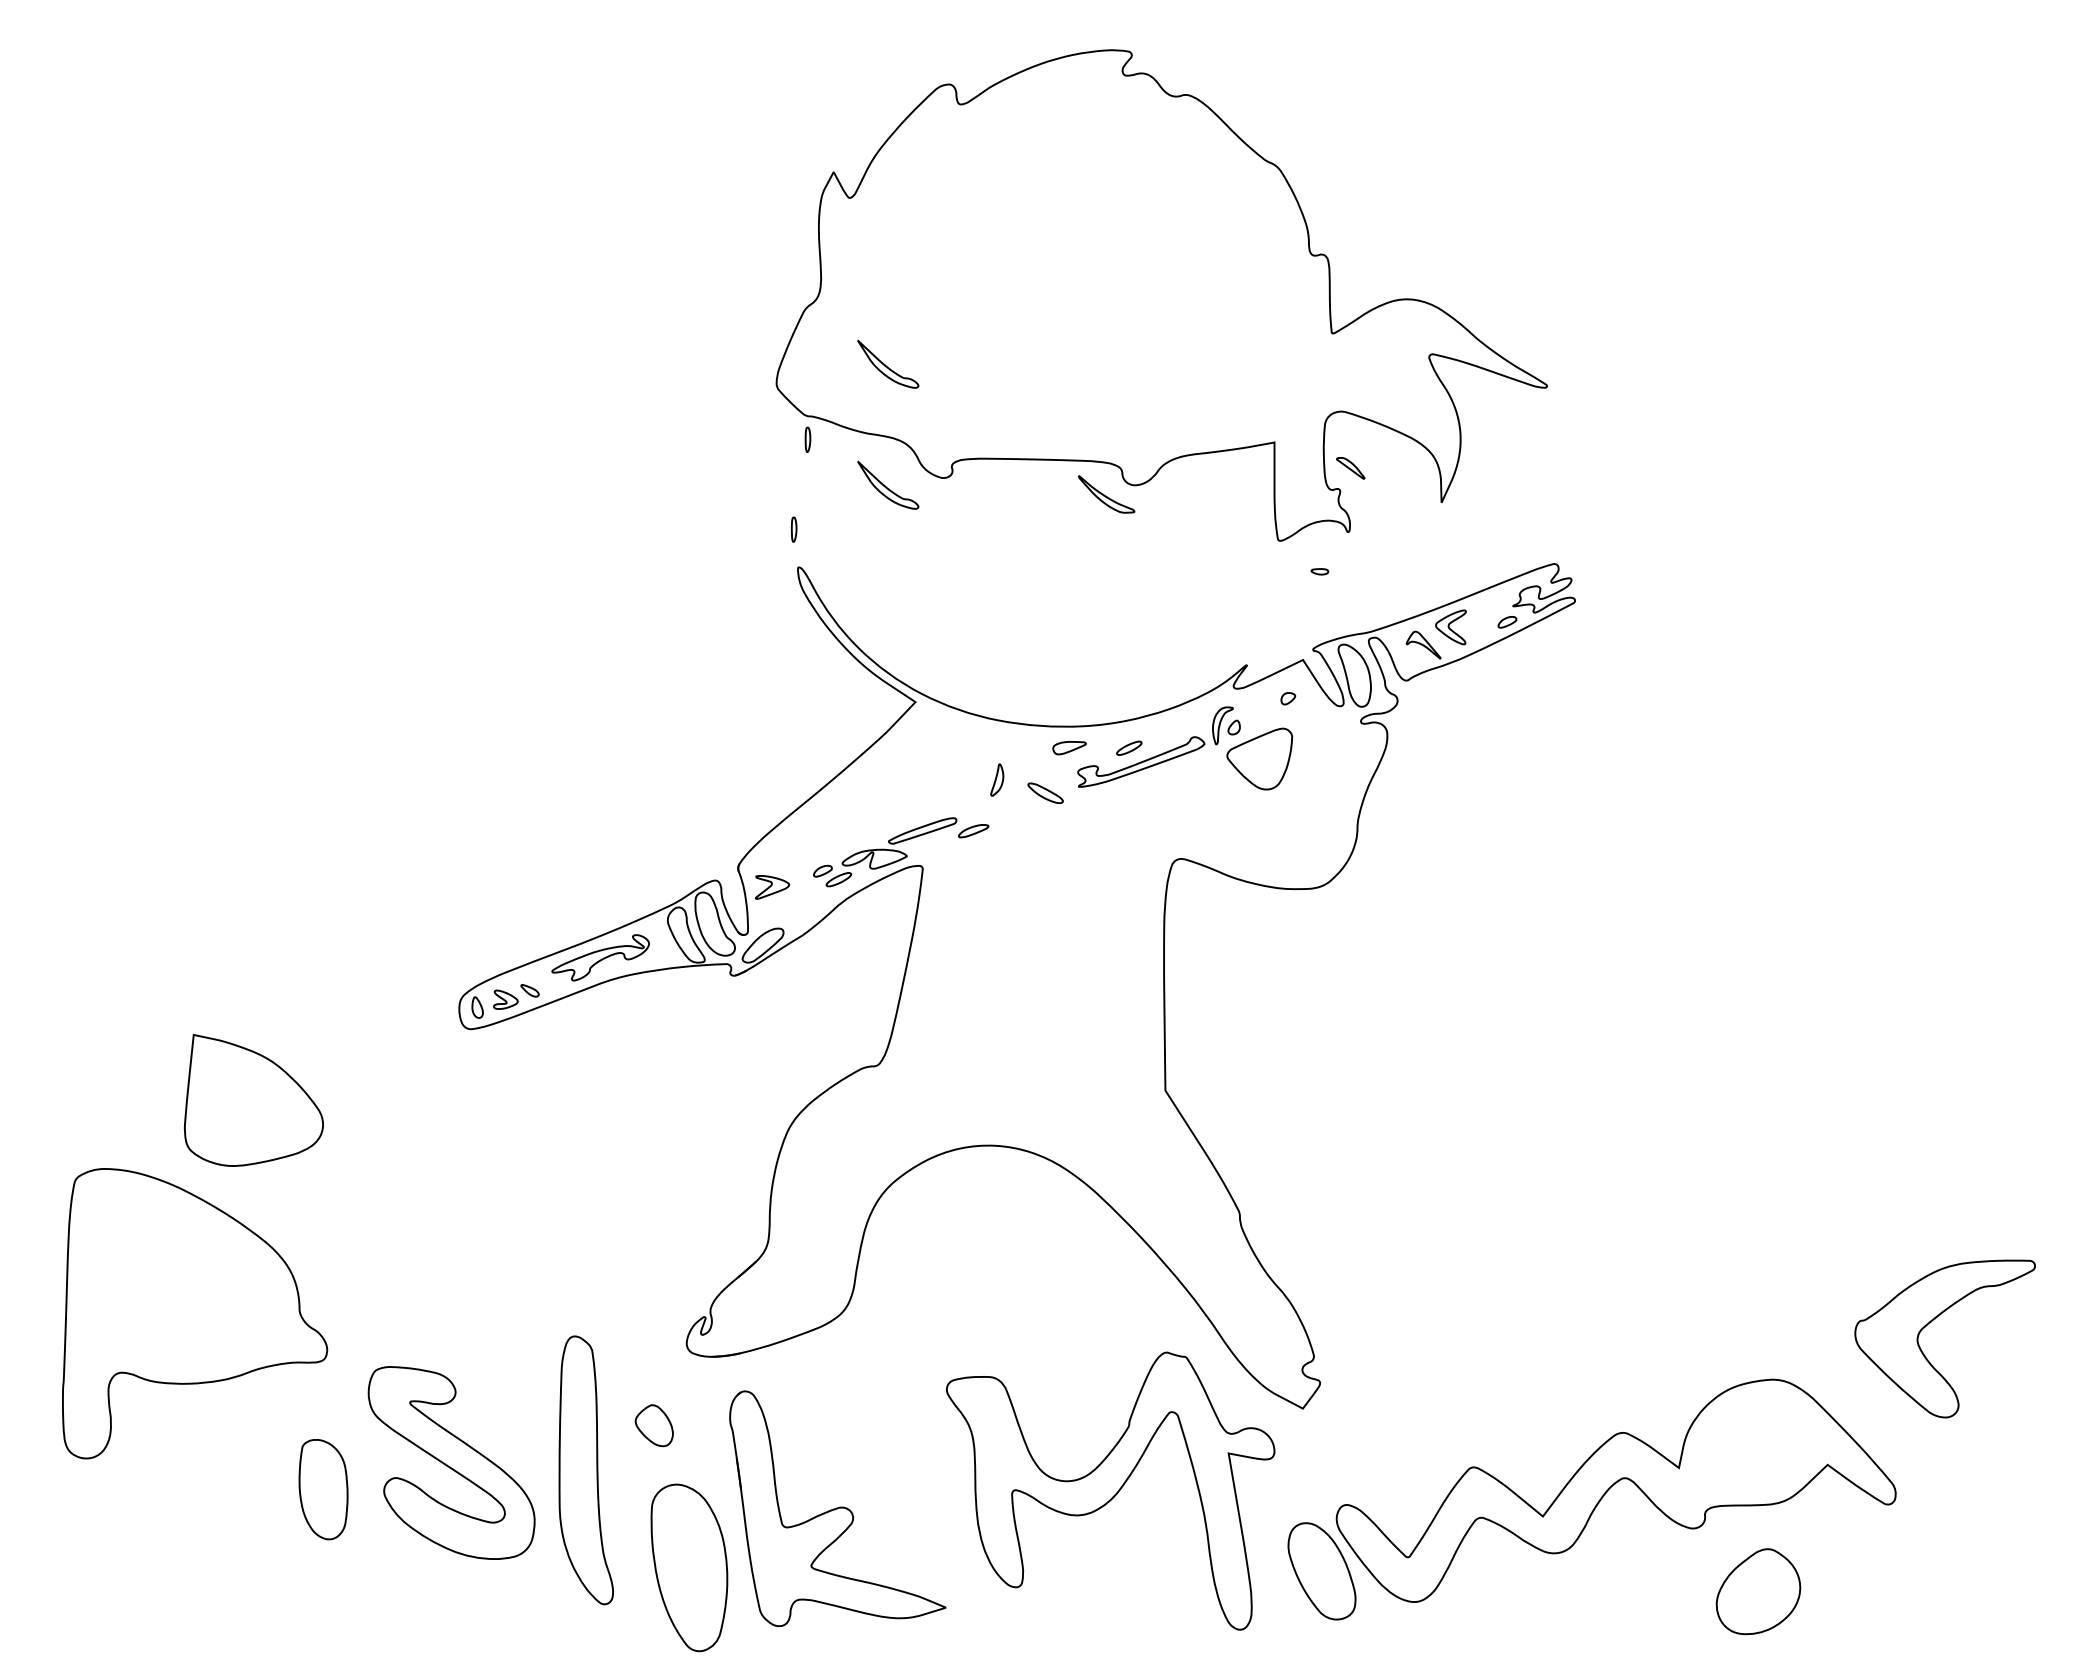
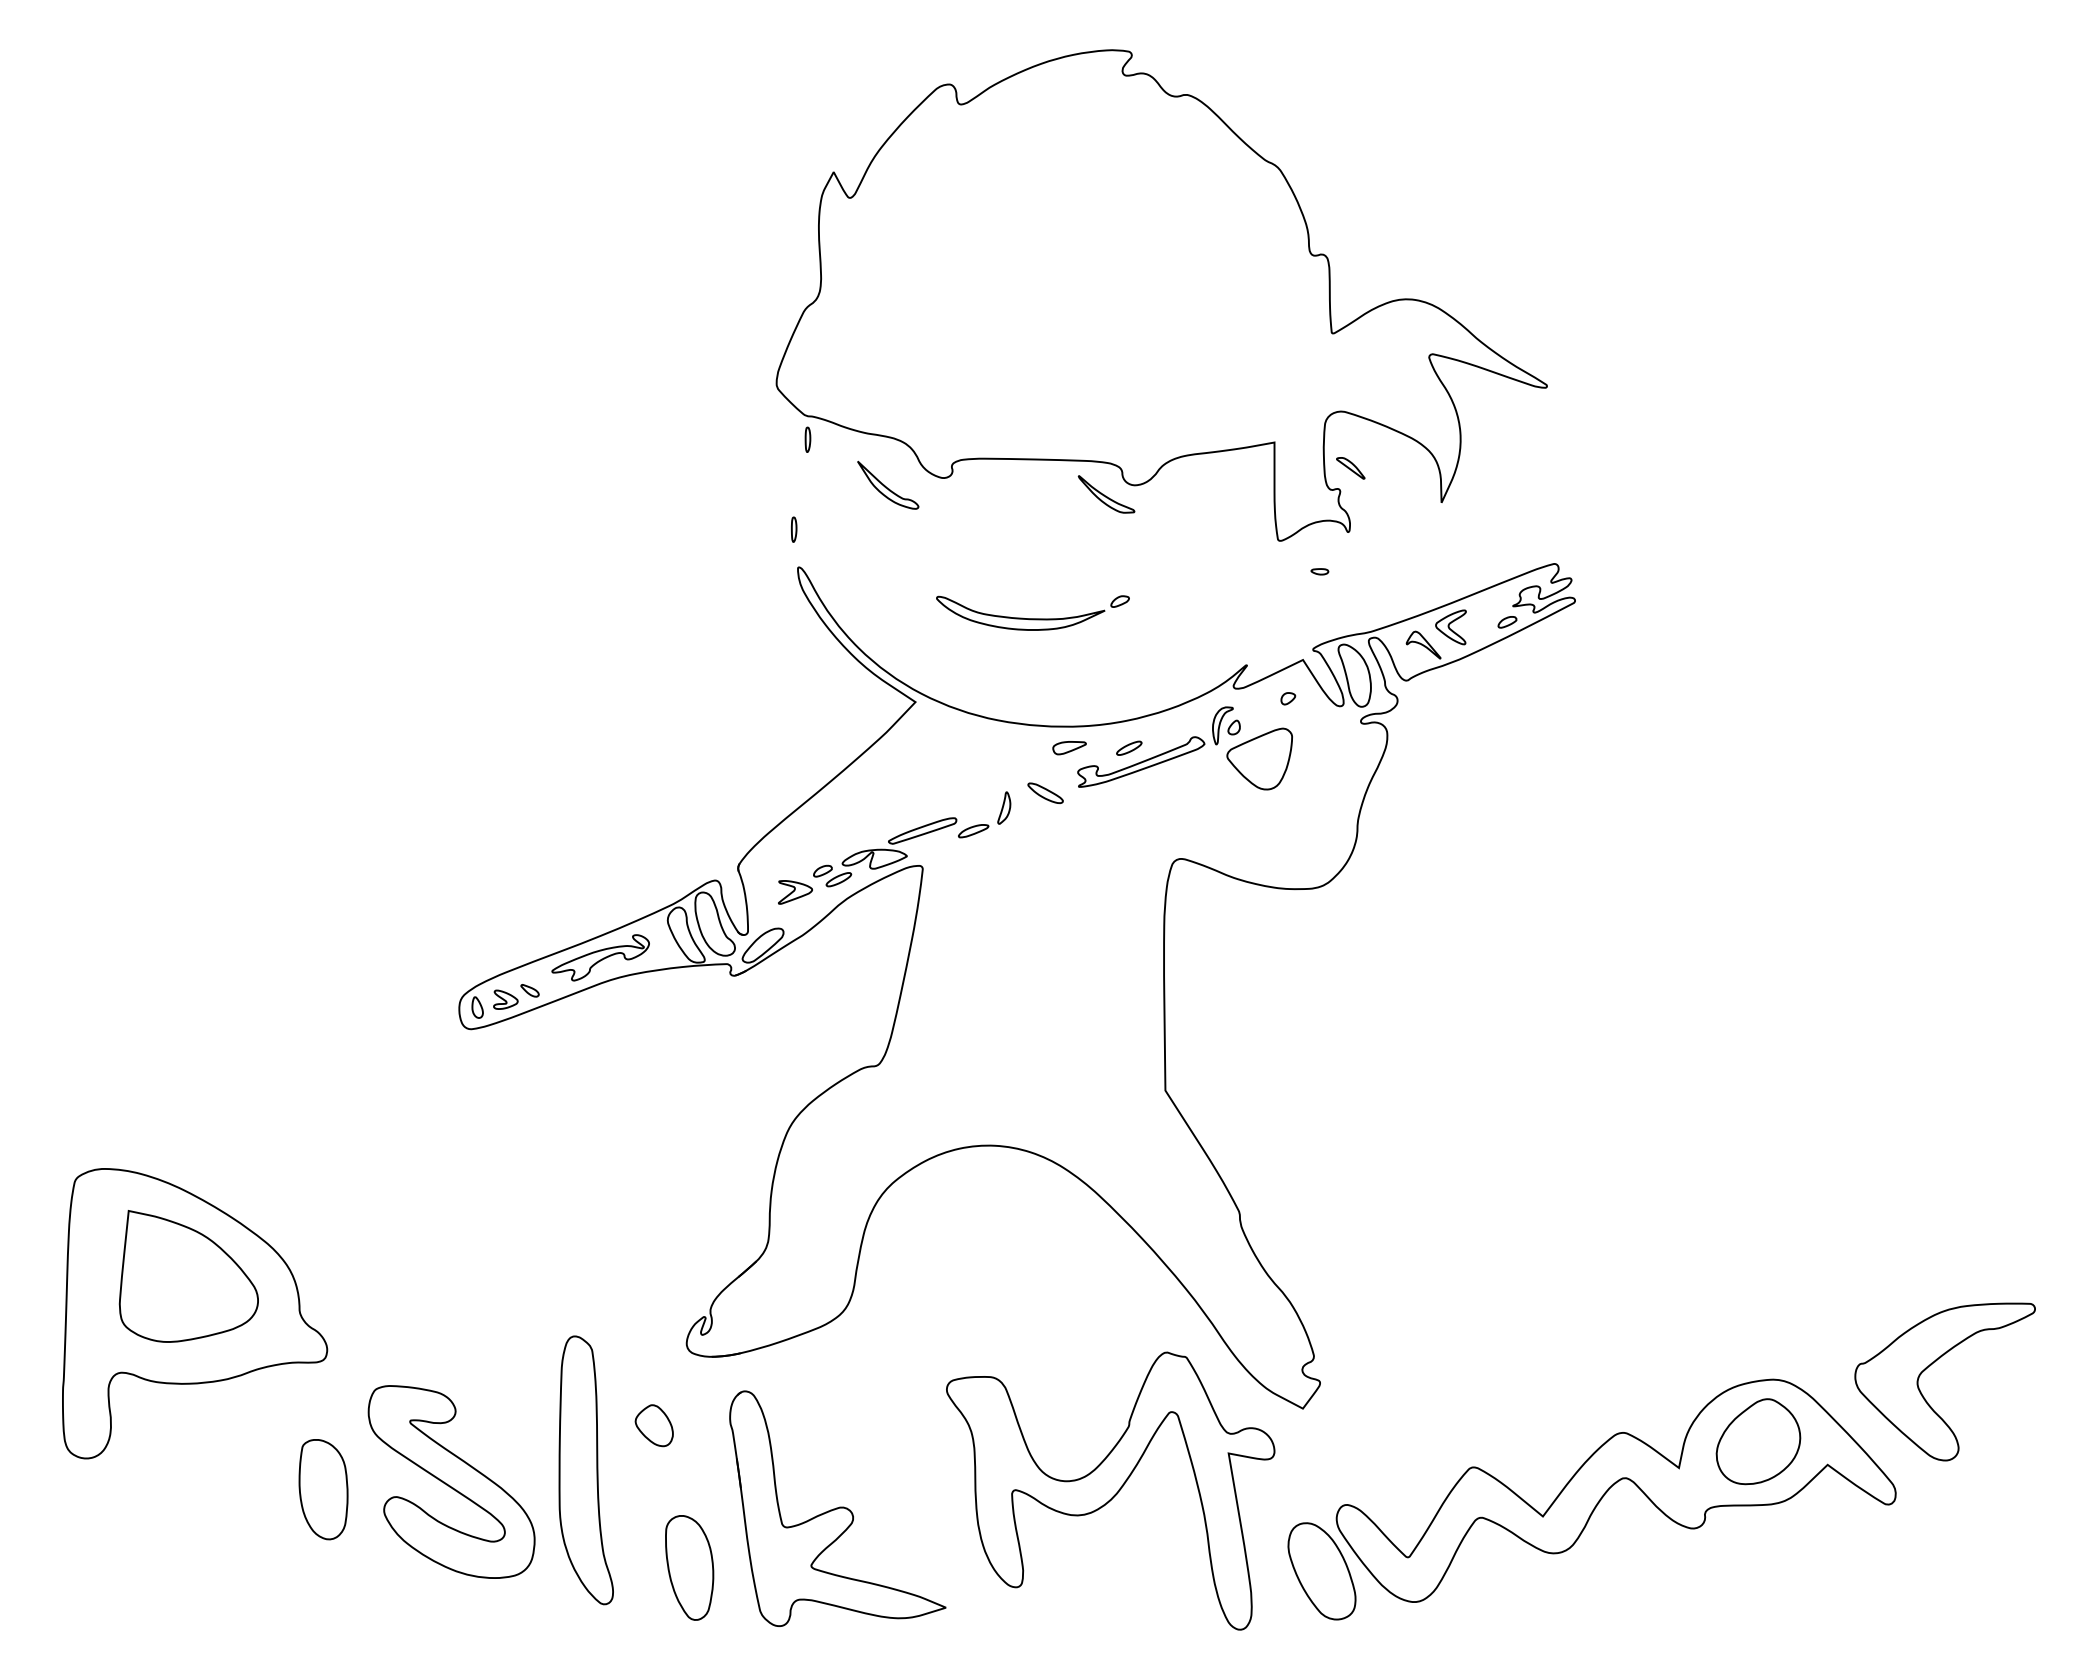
part at (888, 363): present -> none
part at (1032, 612): none -> present
part at (997, 779) position: (997, 779) -> (1004, 807)
part at (772, 887) position: (772, 887) -> (795, 892)
part at (253, 1100) position: (253, 1100) -> (188, 1276)
part at (1930, 1323) position: (1930, 1323) -> (1930, 1366)
part at (451, 1462) position: (451, 1462) -> (451, 1481)
part at (689, 1567) size: 79x170 px -> 50x106 px
part at (1758, 1591) position: (1758, 1591) -> (1758, 1441)
